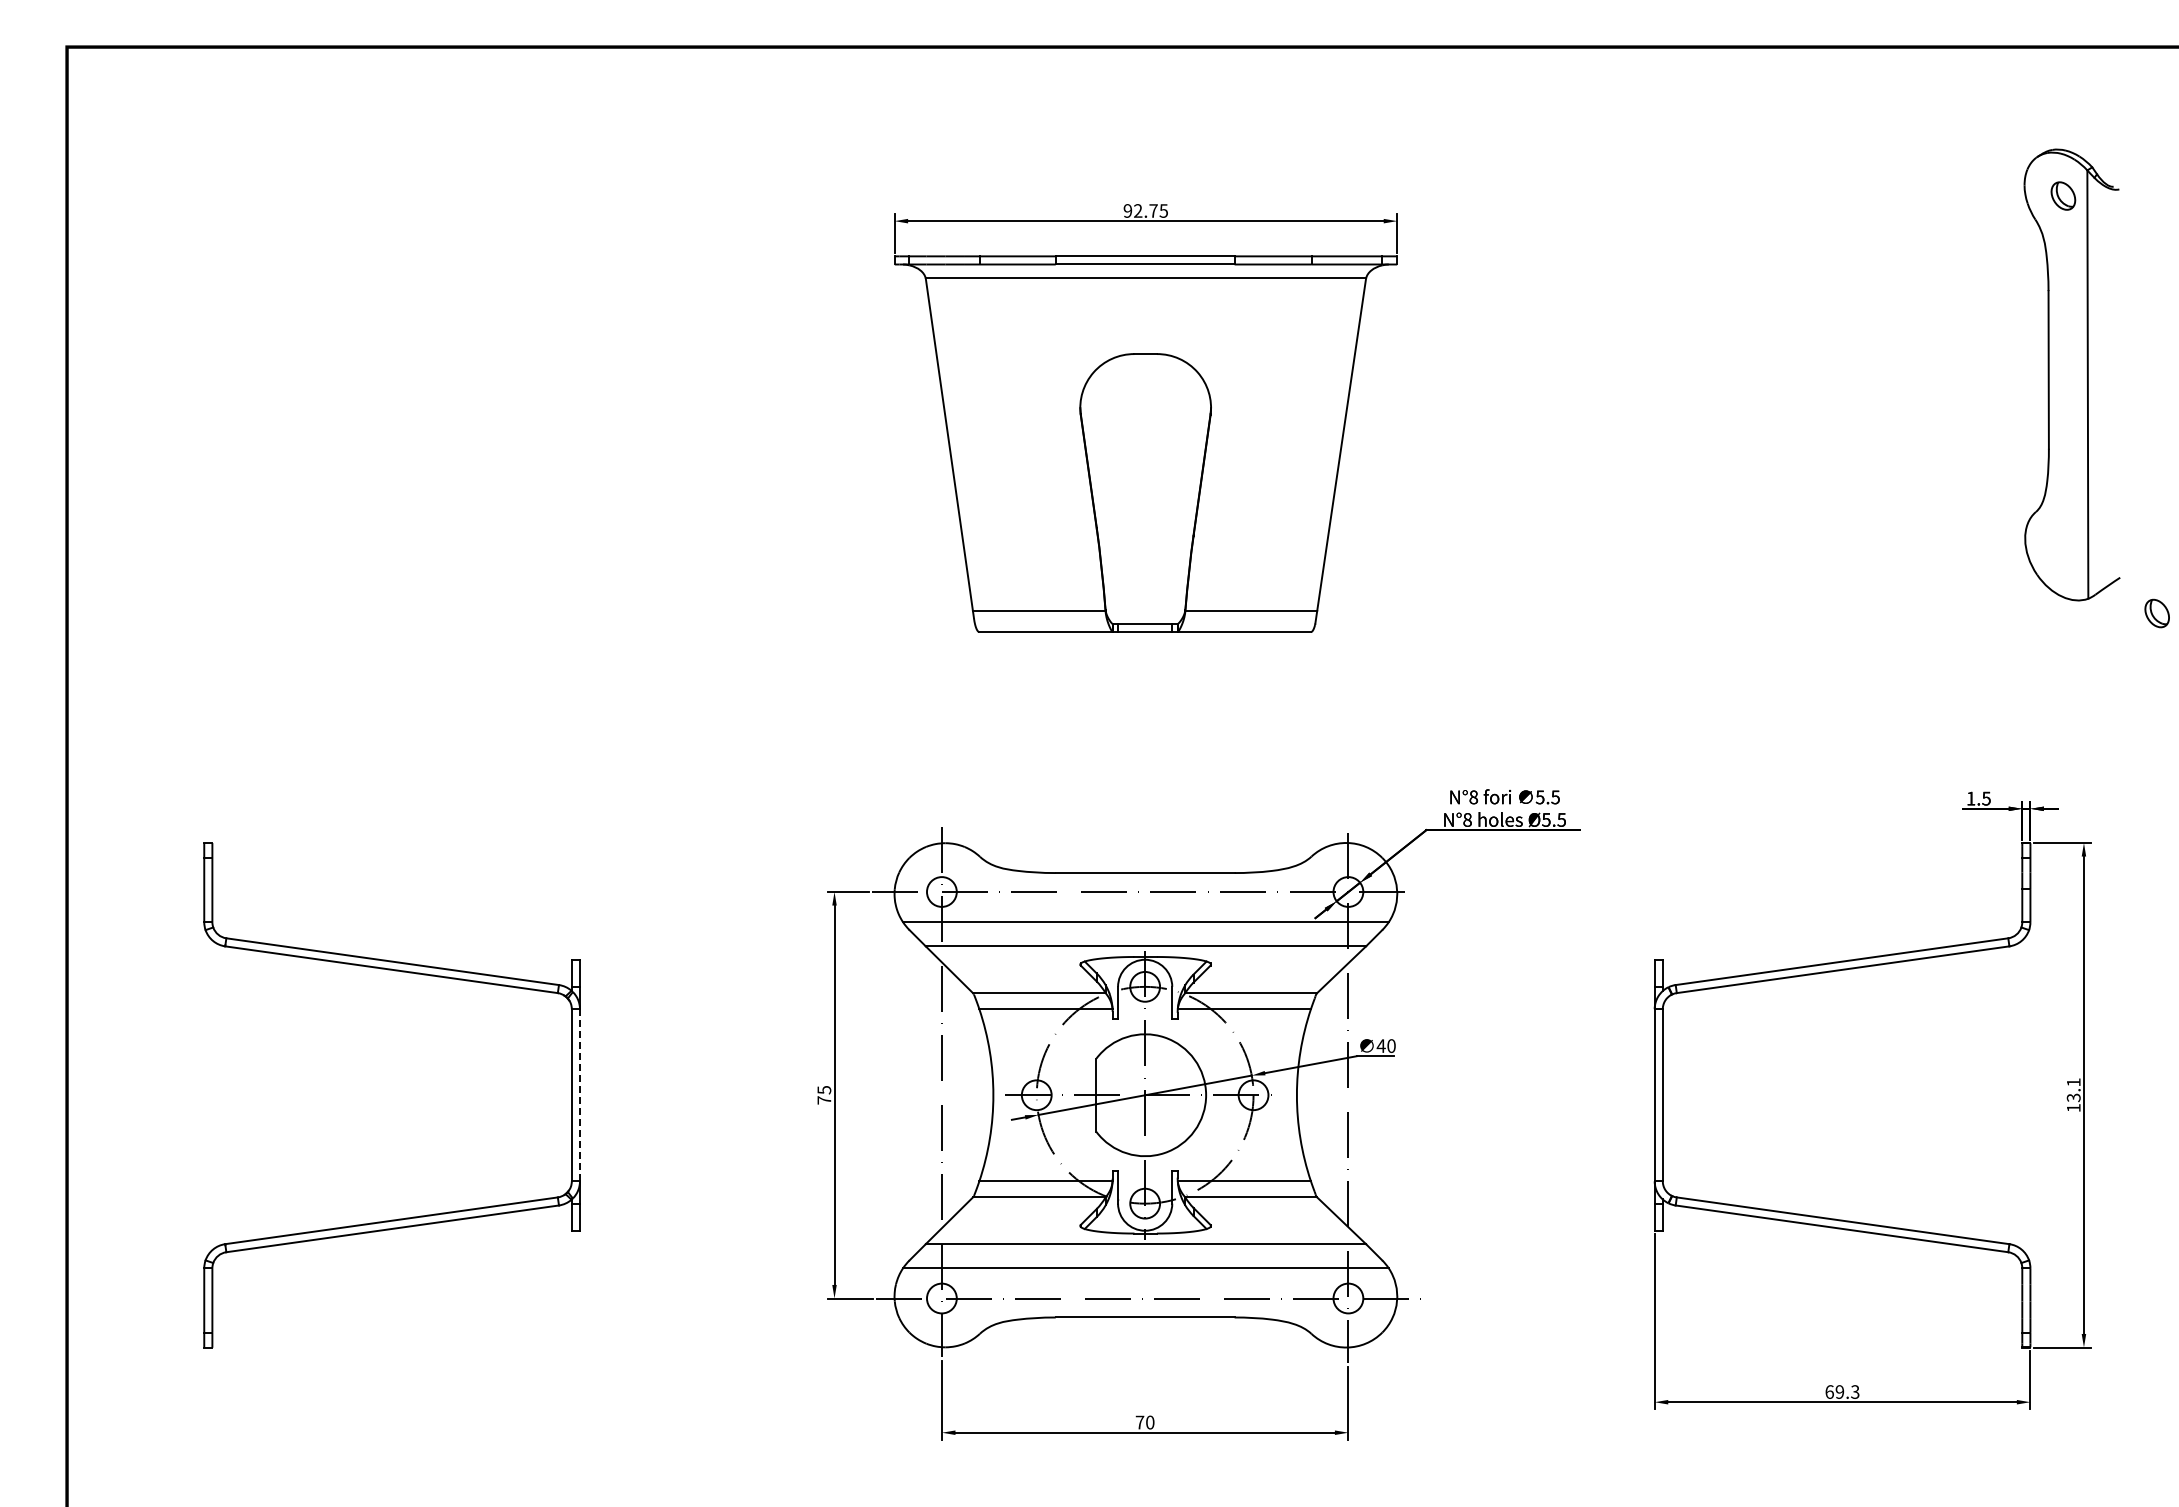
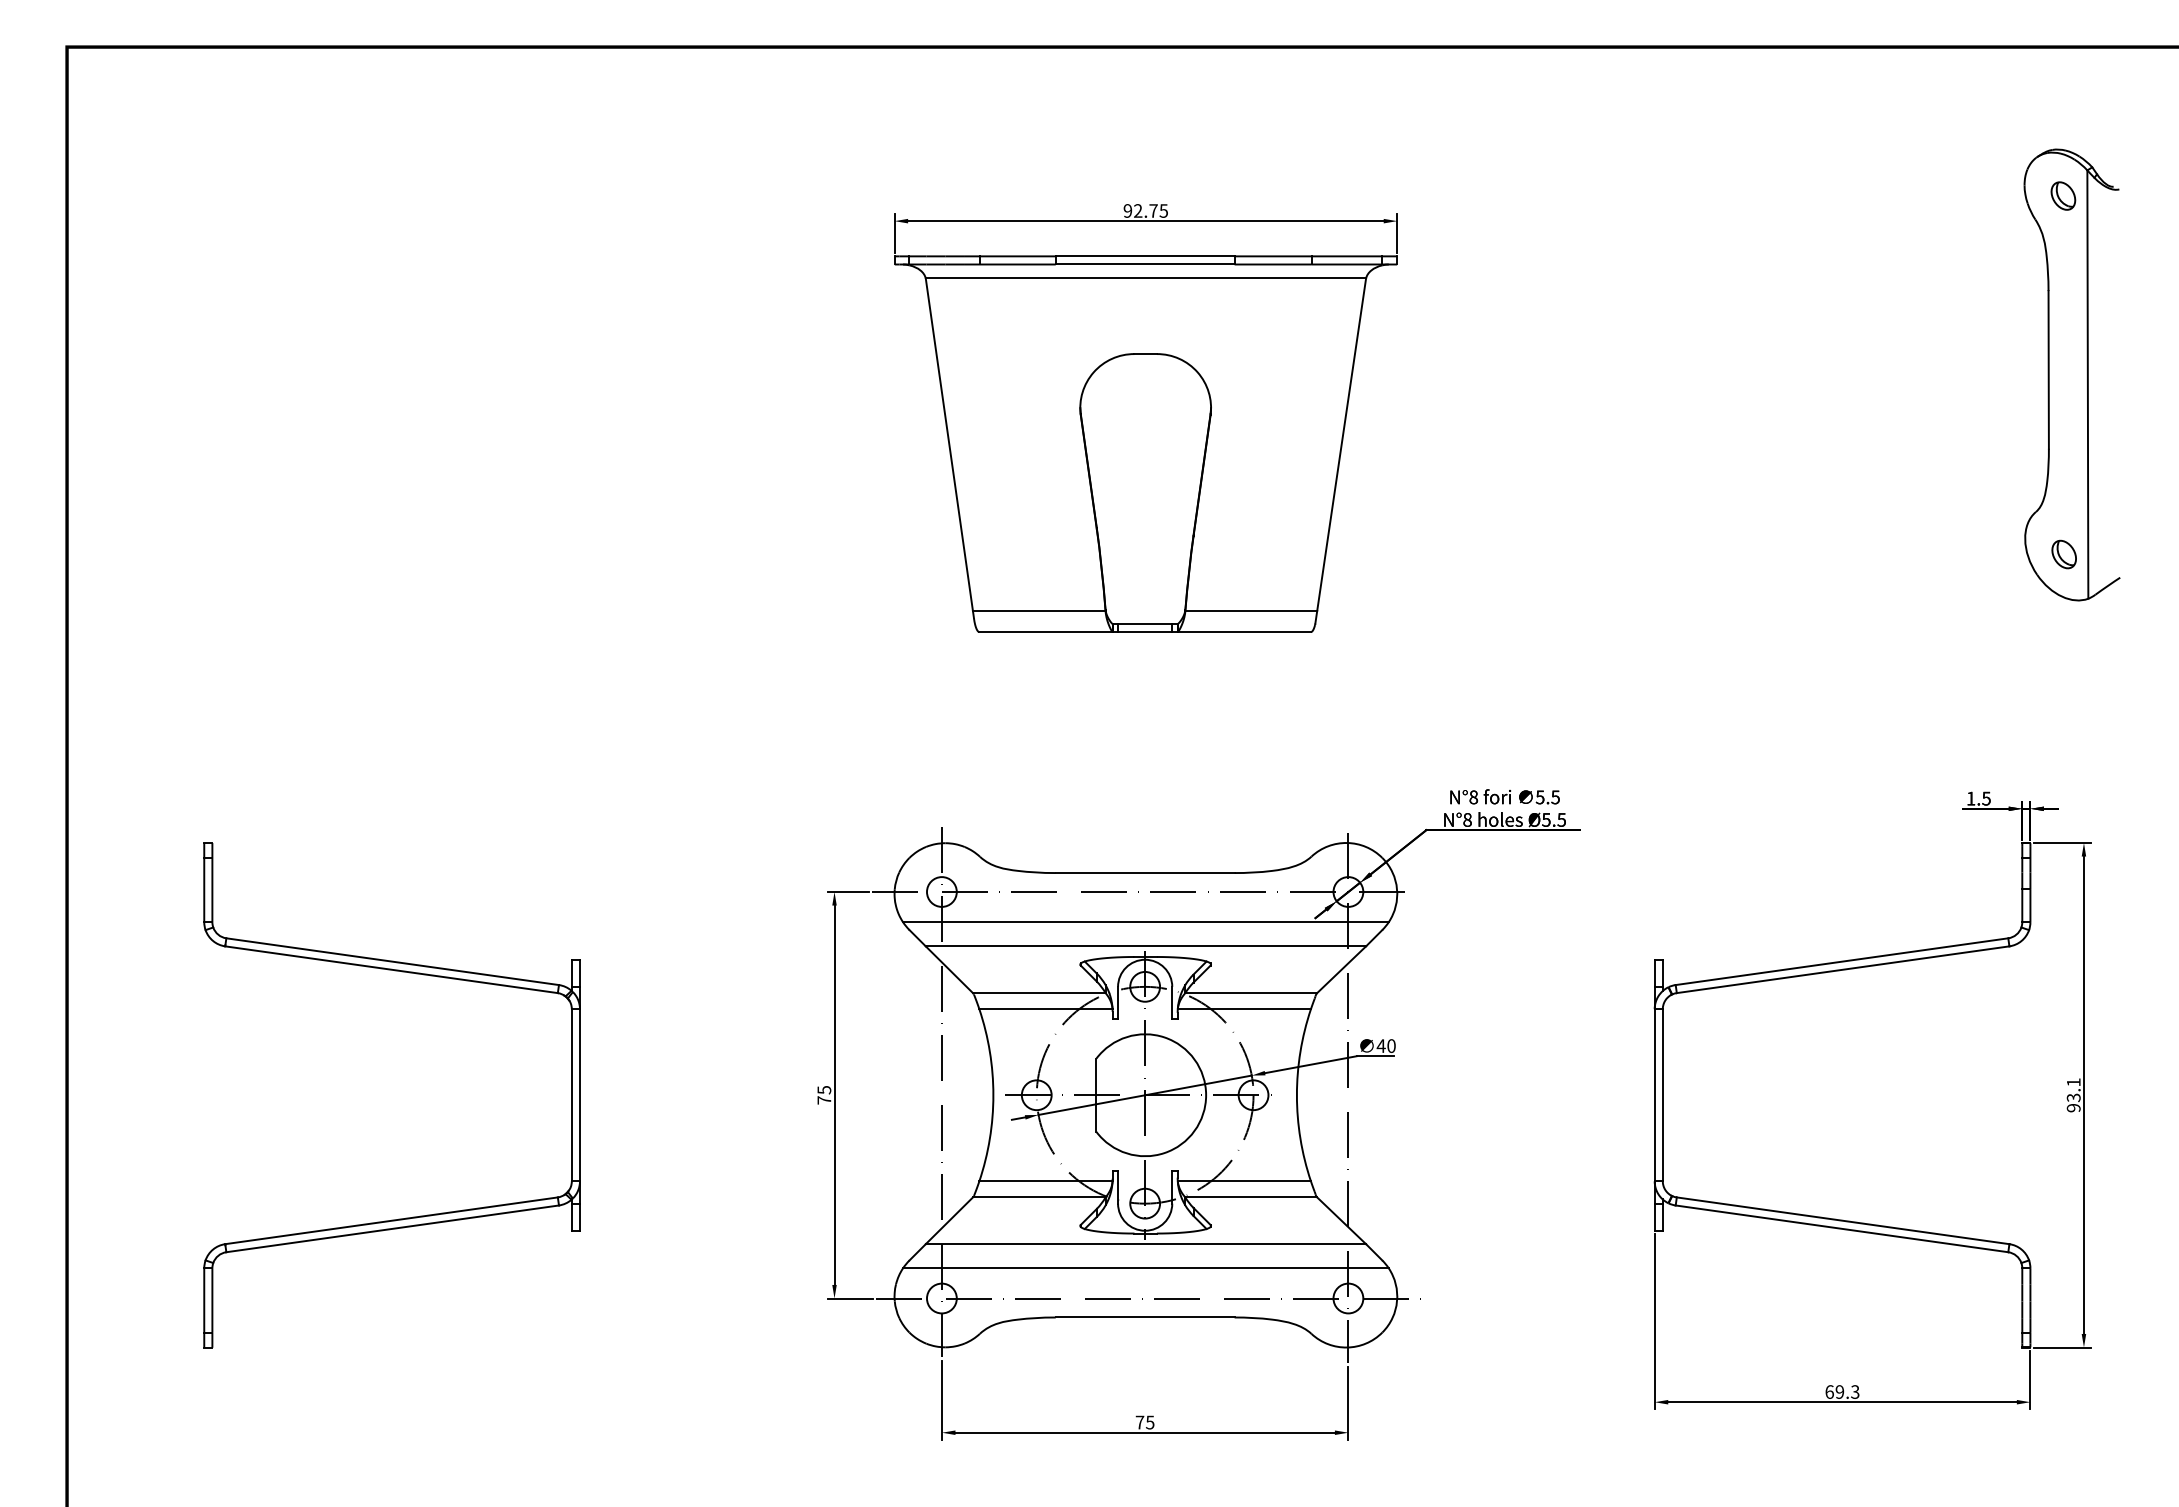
part at (2156, 613) position: (2156, 613) -> (2063, 554)
line at (579, 1094): dashed -> solid
text at (2073, 1108): 13.1 -> 93.1
text at (1149, 1422): 70 -> 75
